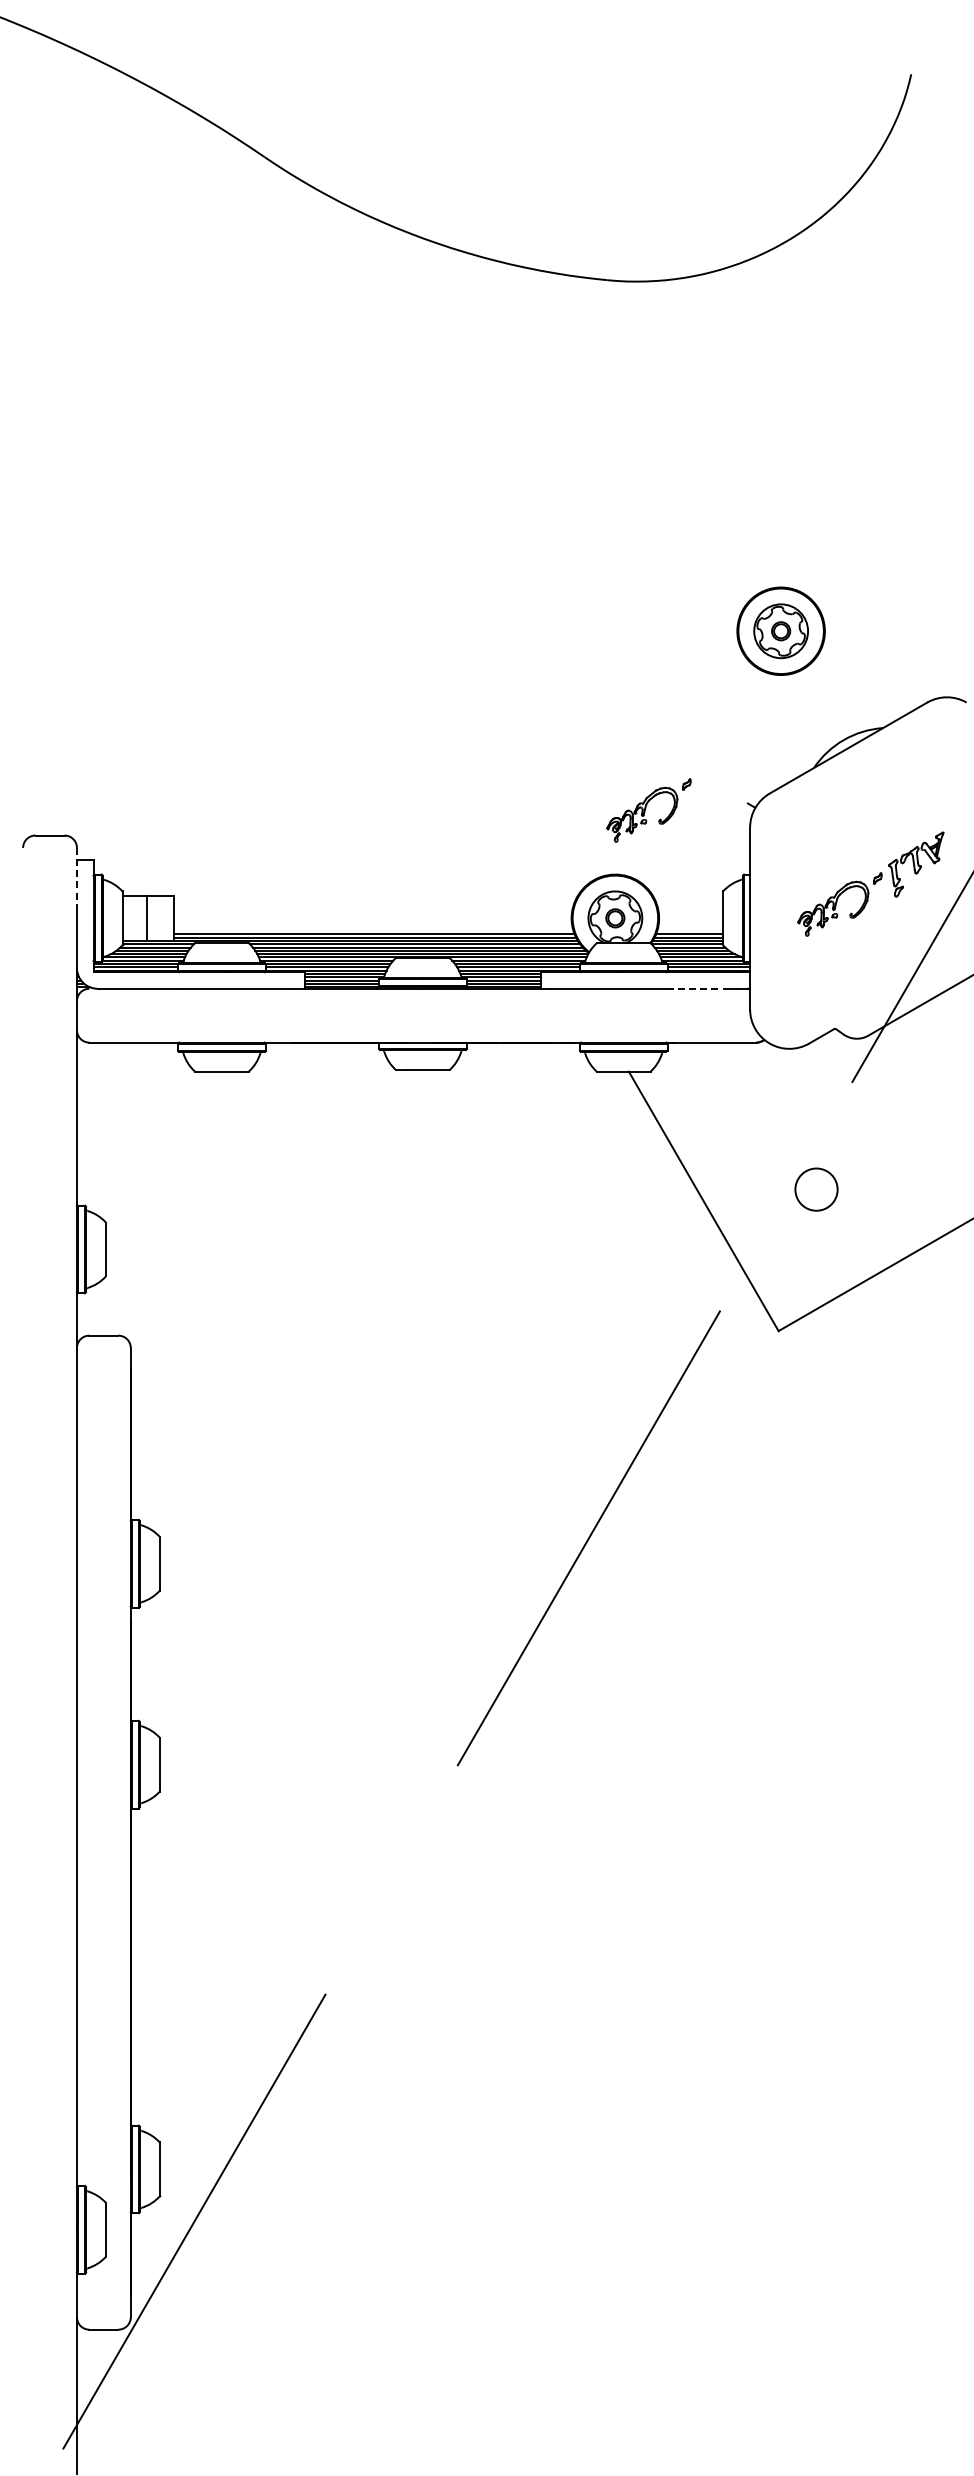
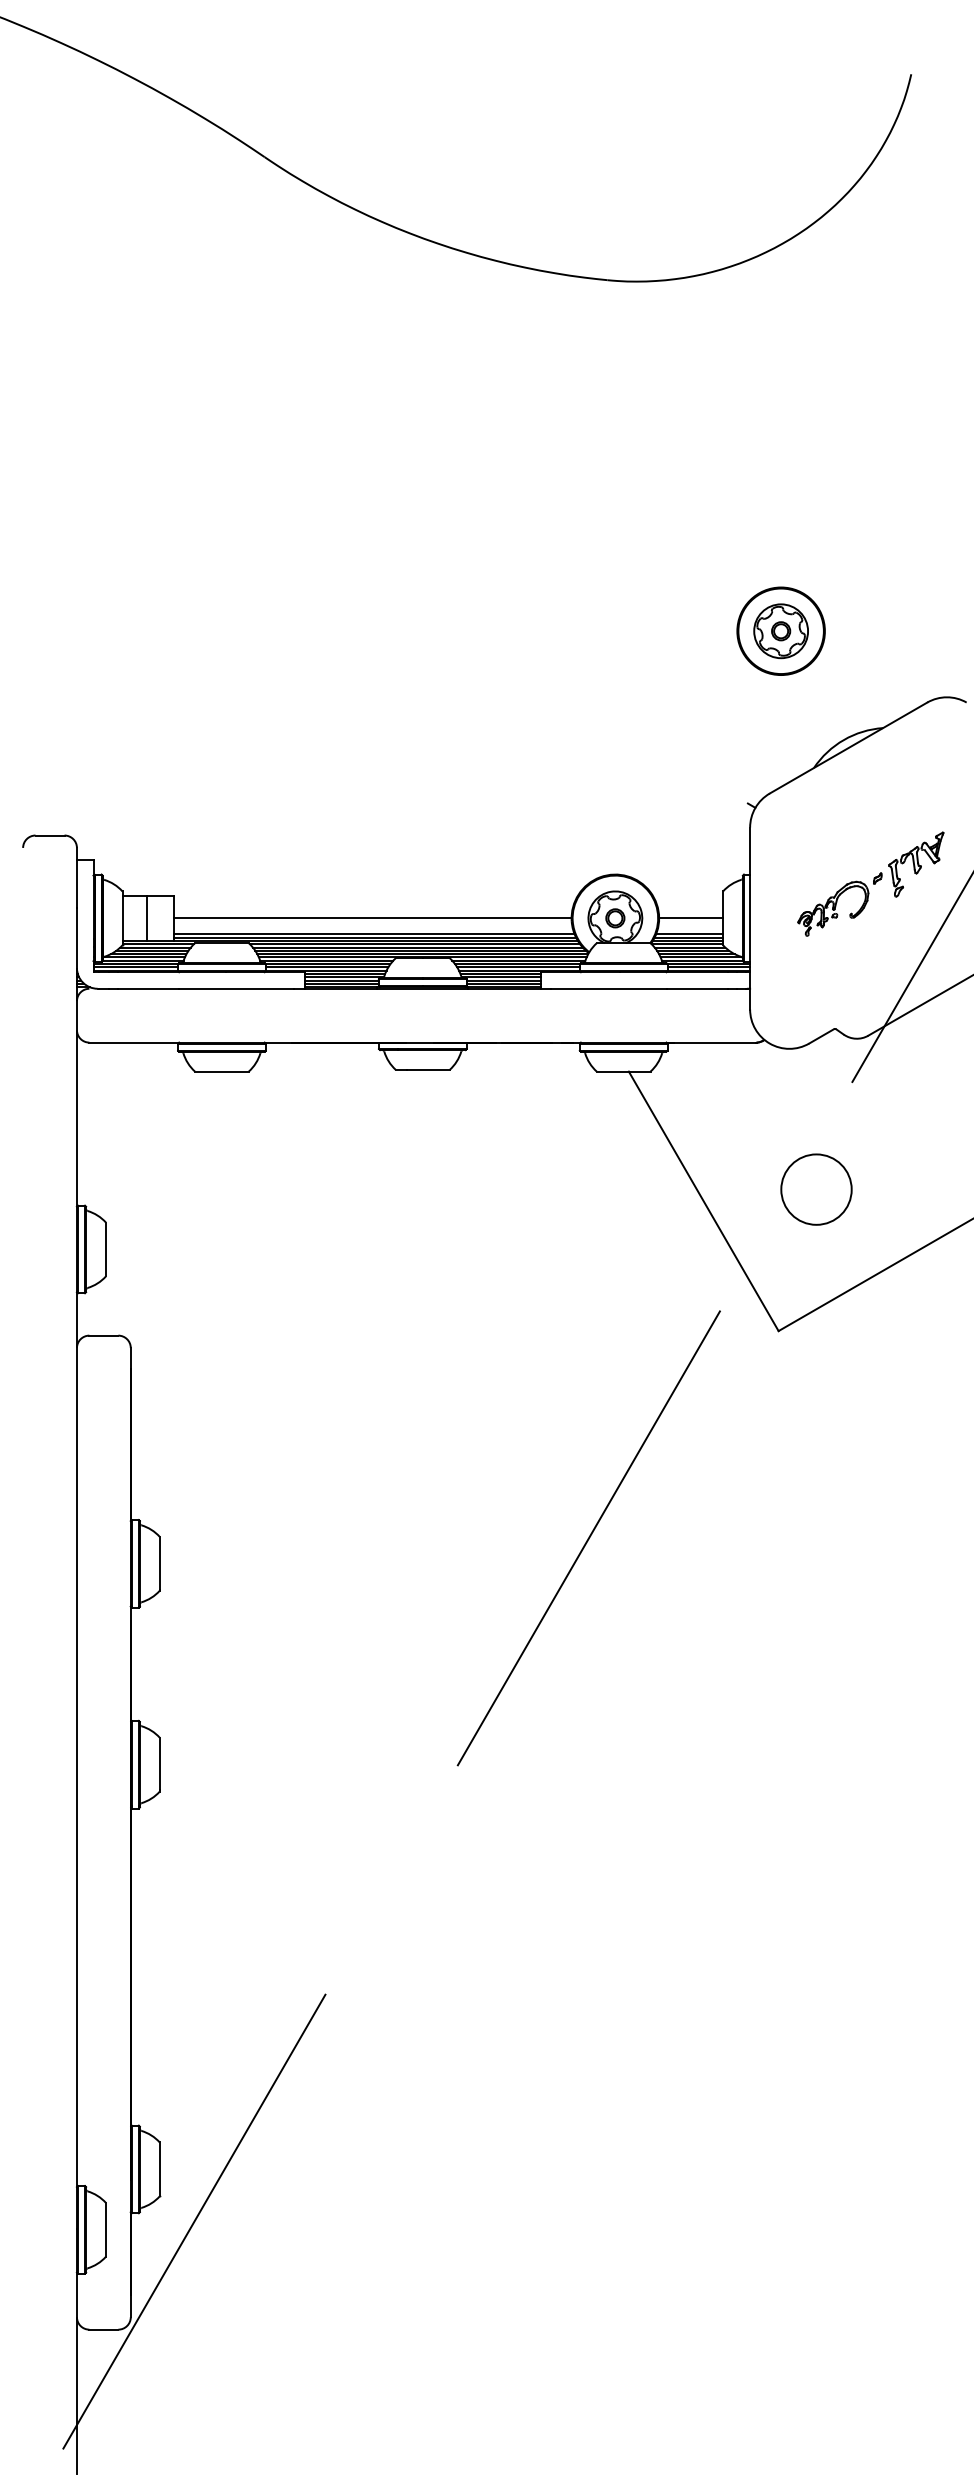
part at (648, 810): present -> none
line at (76, 878): dashed -> solid
line at (372, 918): none -> present
line at (691, 918): none -> present
line at (697, 988): dashed -> solid
circle at (816, 1189) diameter: 42 px -> 70 px
